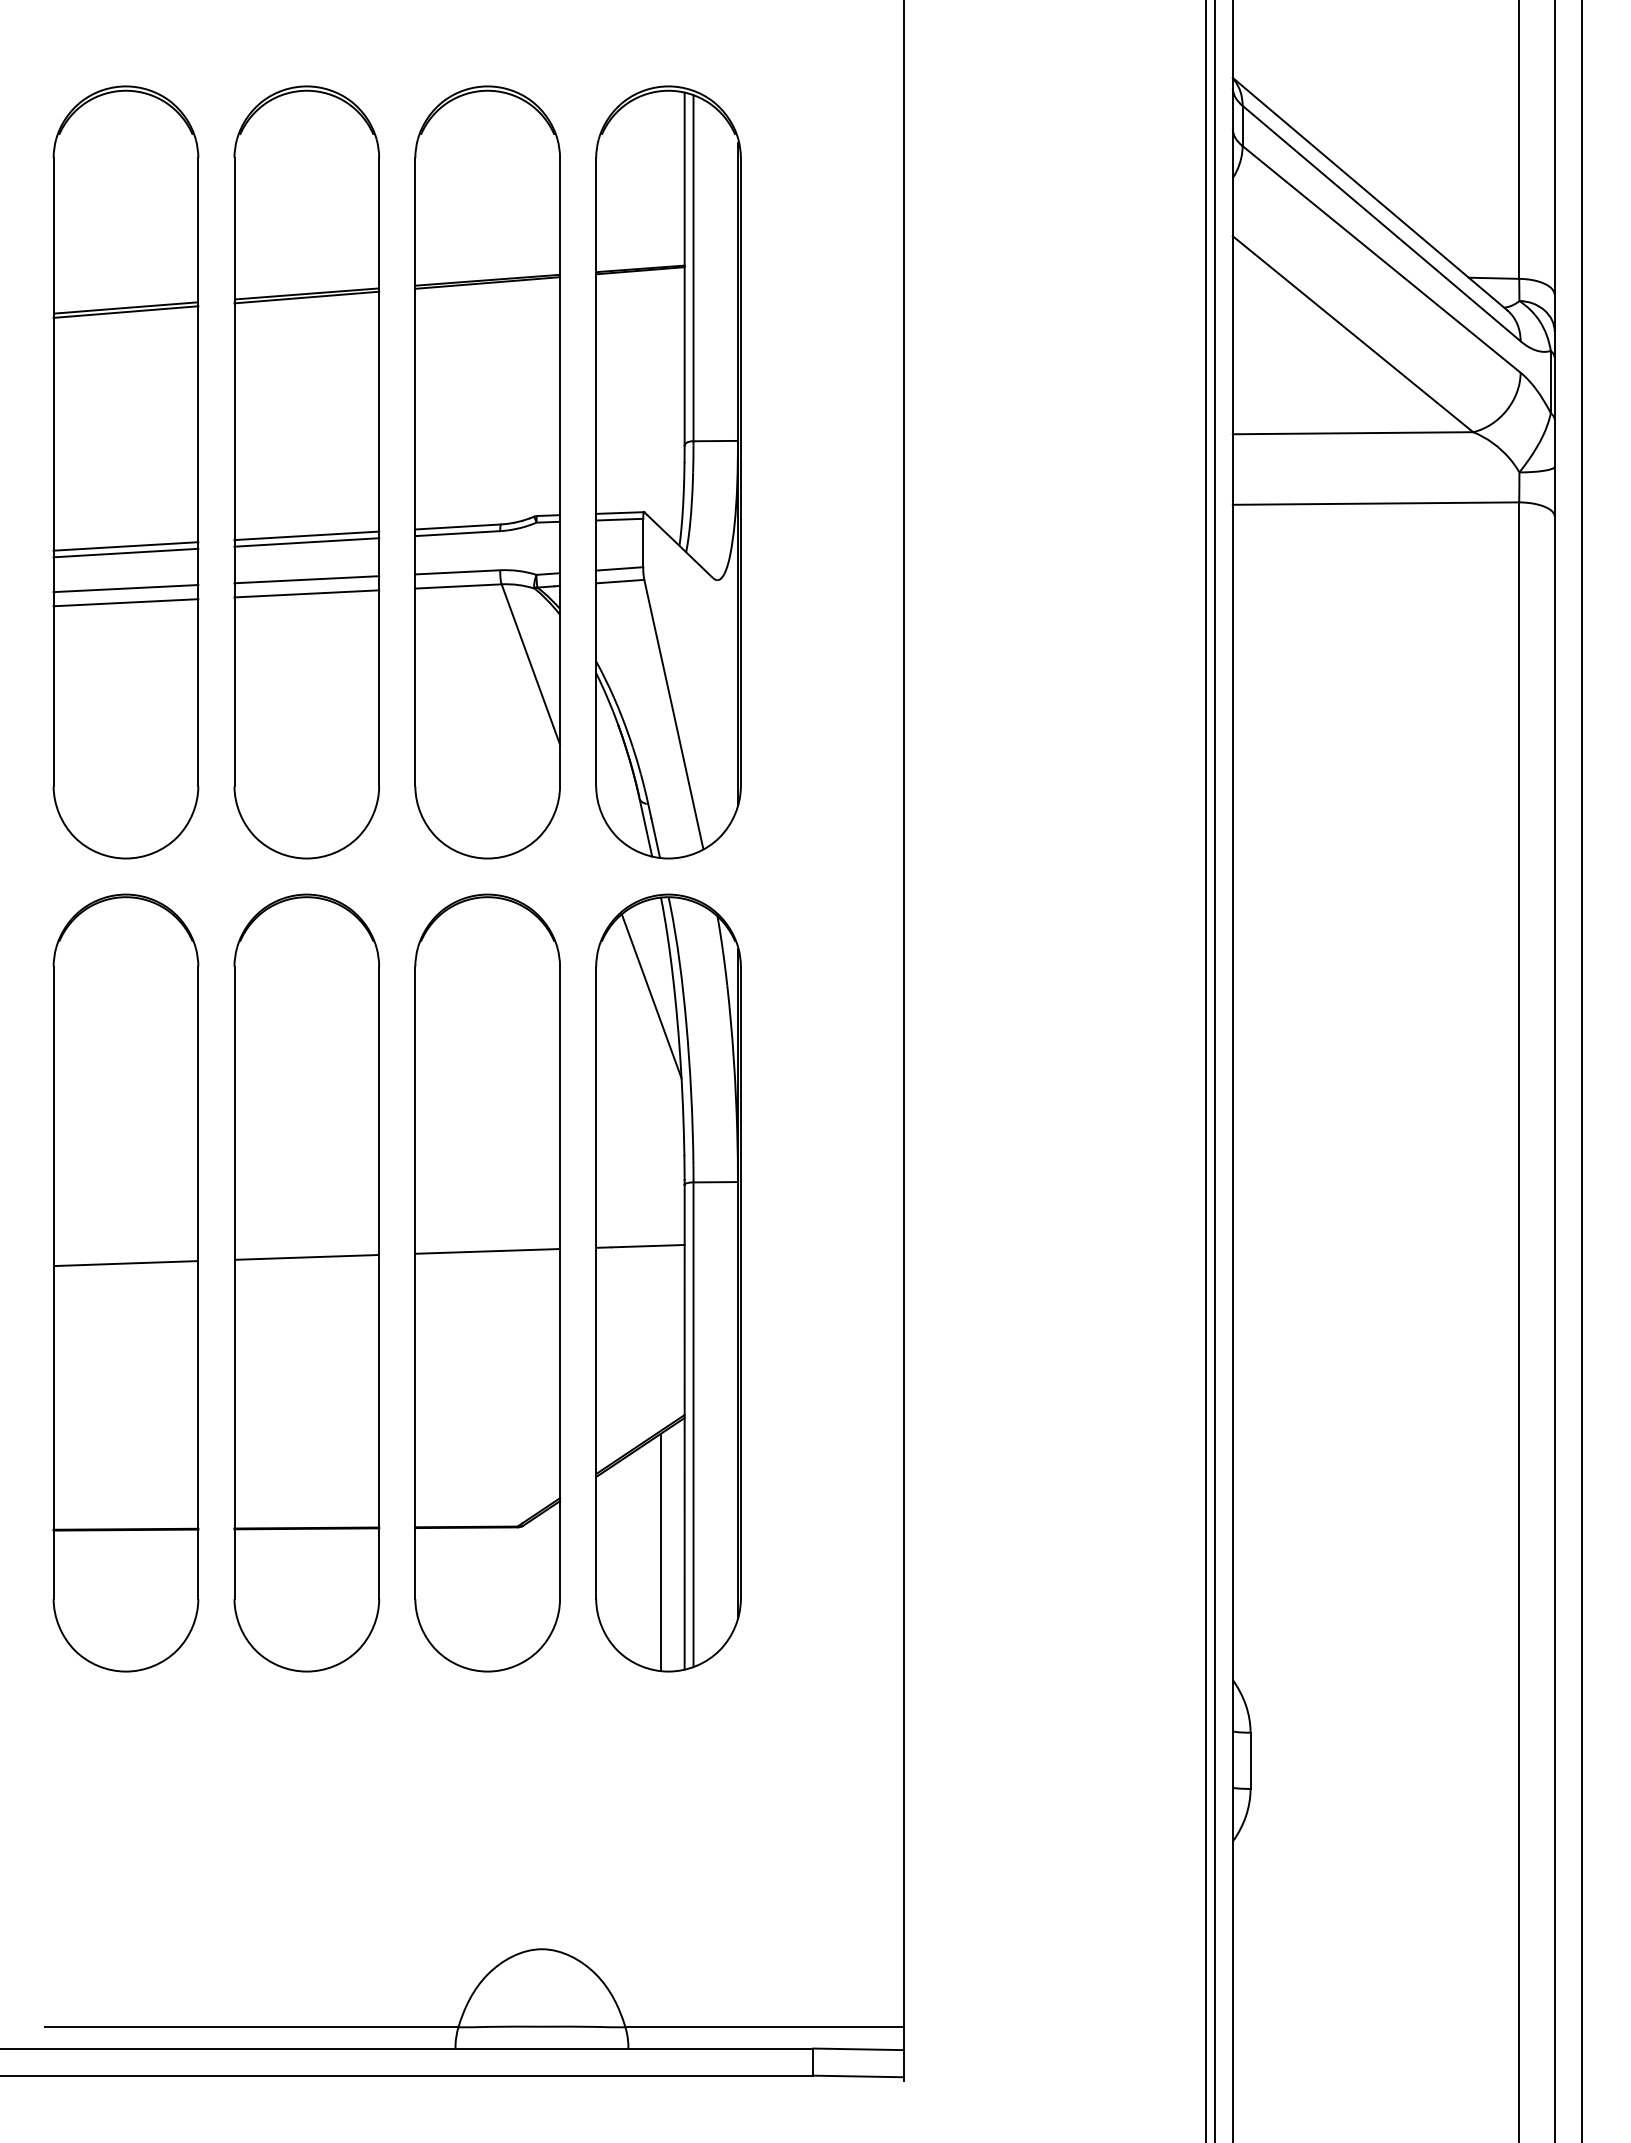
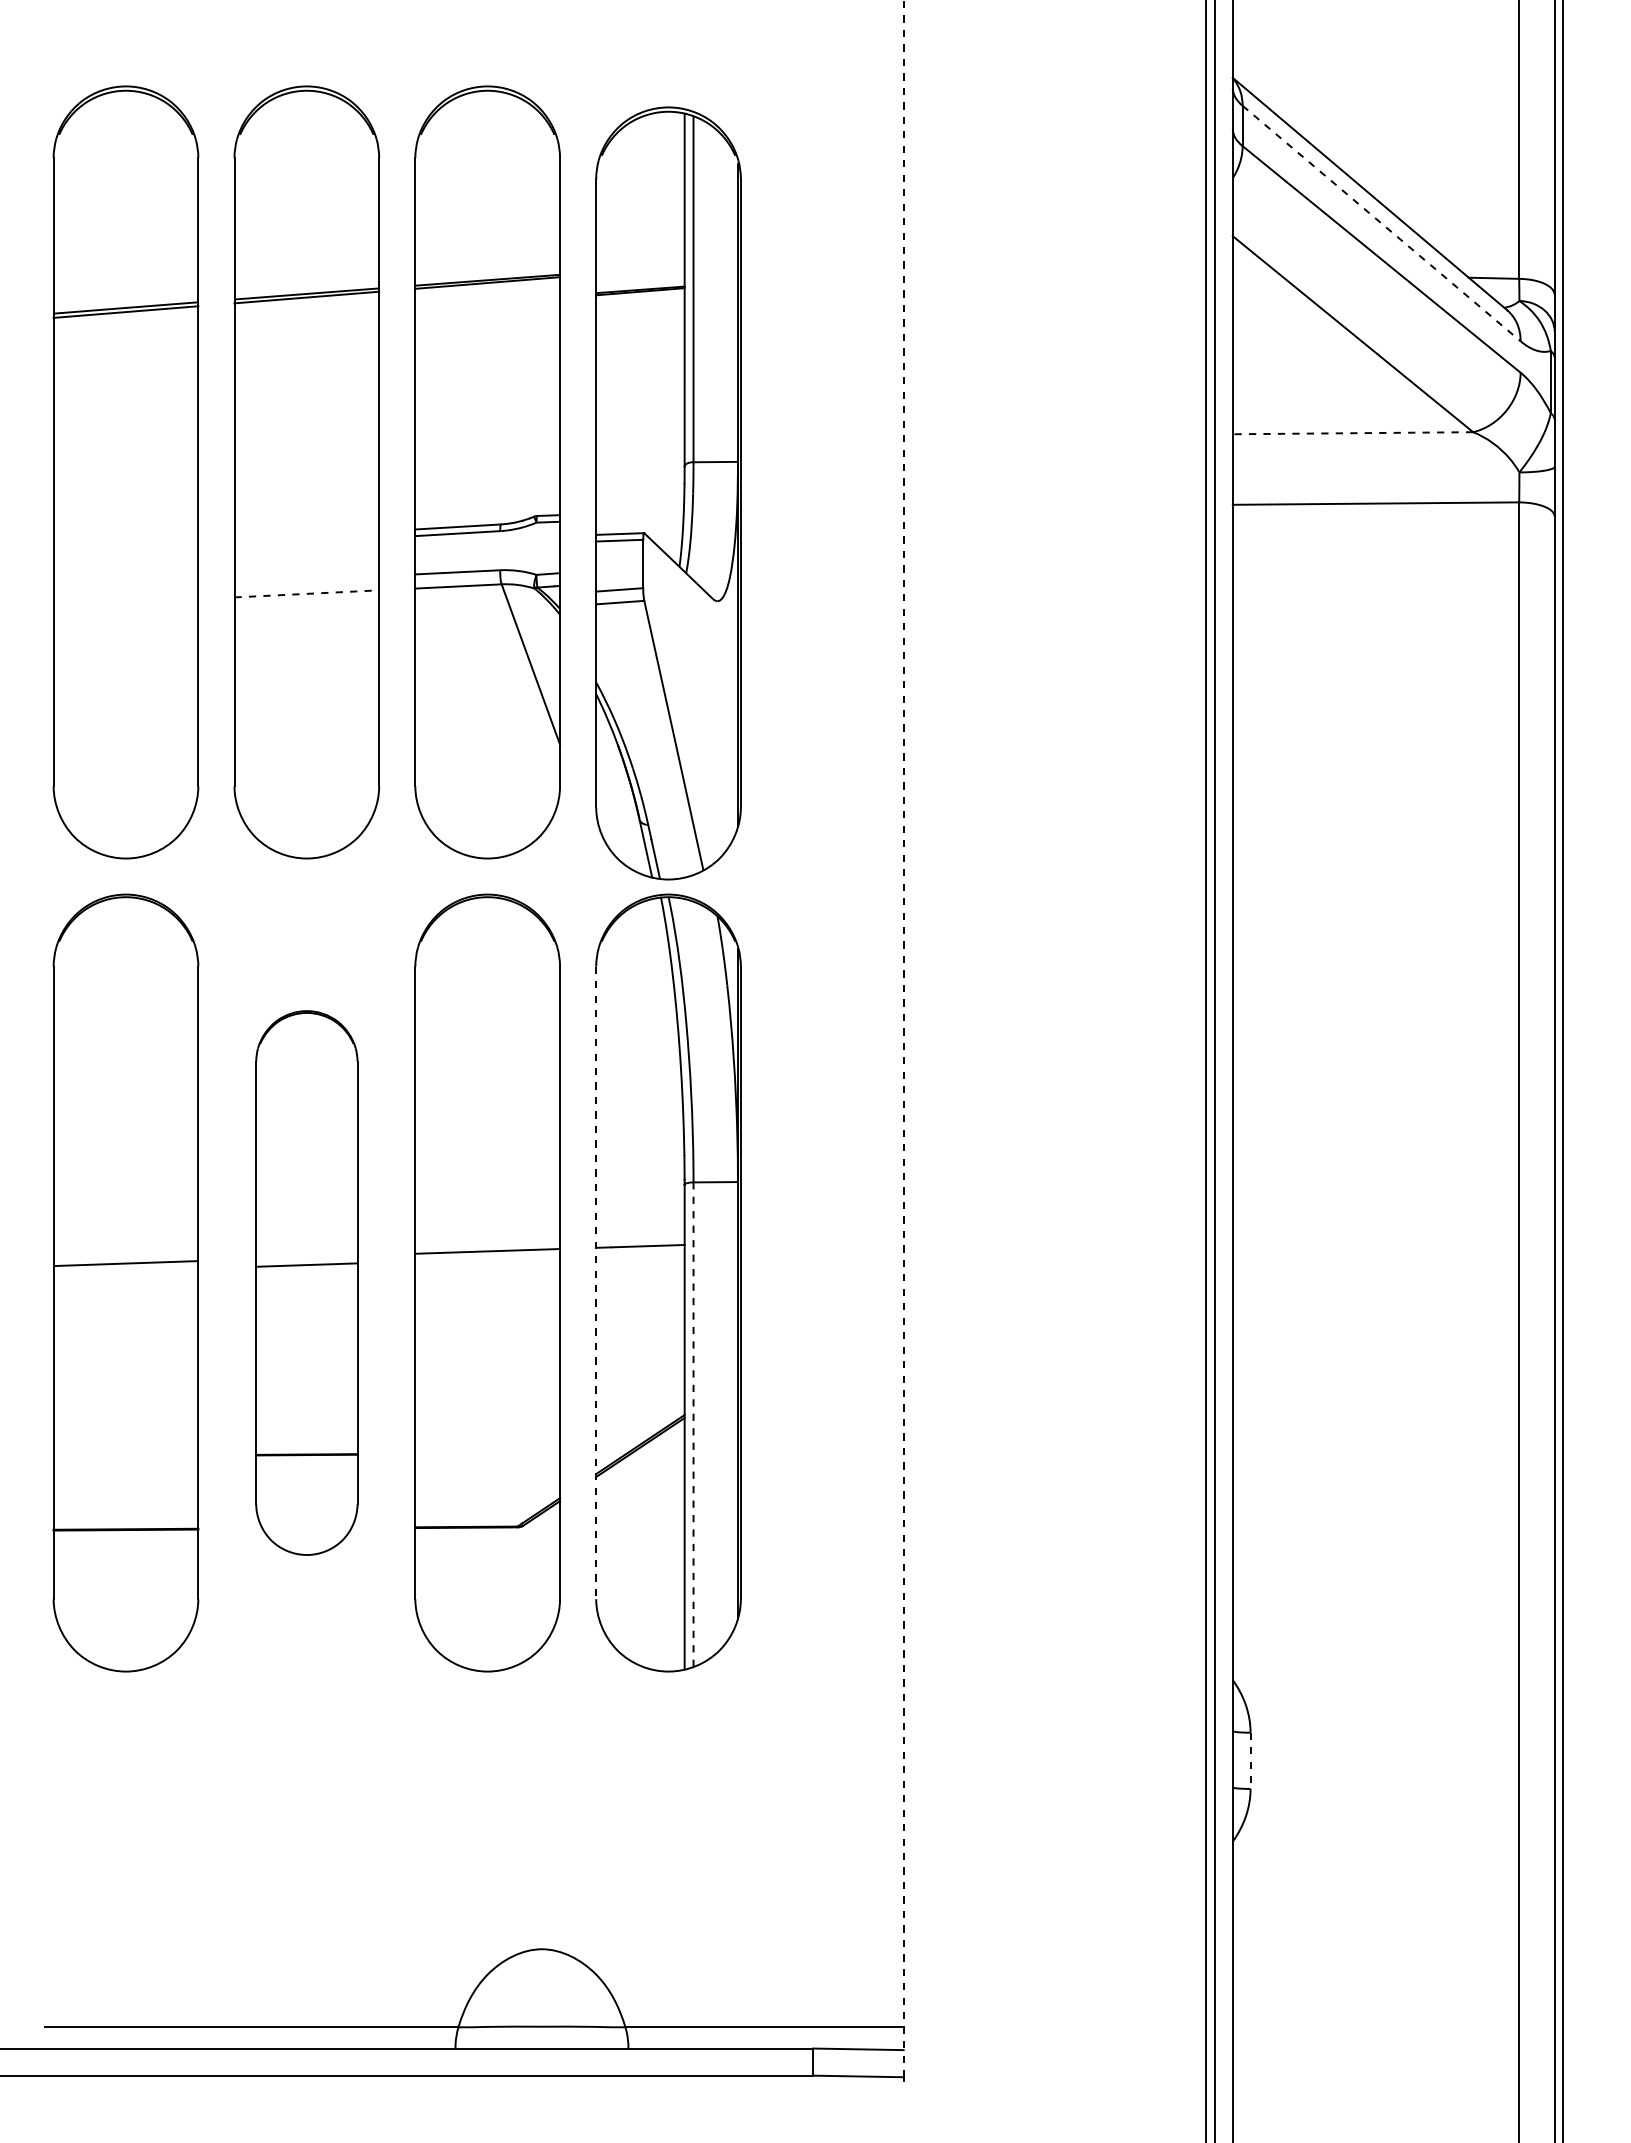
line at (1382, 223): solid -> dashed
line at (1352, 433): solid -> dashed
part at (668, 472) position: (668, 472) -> (668, 493)
line at (306, 535): present -> none
line at (306, 542): present -> none
line at (125, 546): present -> none
line at (125, 552): present -> none
line at (306, 579): present -> none
line at (125, 588): present -> none
line at (307, 593): solid -> dashed
line at (125, 602): present -> none
line at (651, 996): present -> none
line at (903, 1038): solid -> dashed
line at (1581, 1070) position: (1581, 1070) -> (1562, 1070)
part at (306, 1282) size: 148x780 px -> 104x546 px
line at (596, 1283): solid -> dashed
line at (693, 1424): solid -> dashed
line at (661, 1552): present -> none
line at (1250, 1761): solid -> dashed
